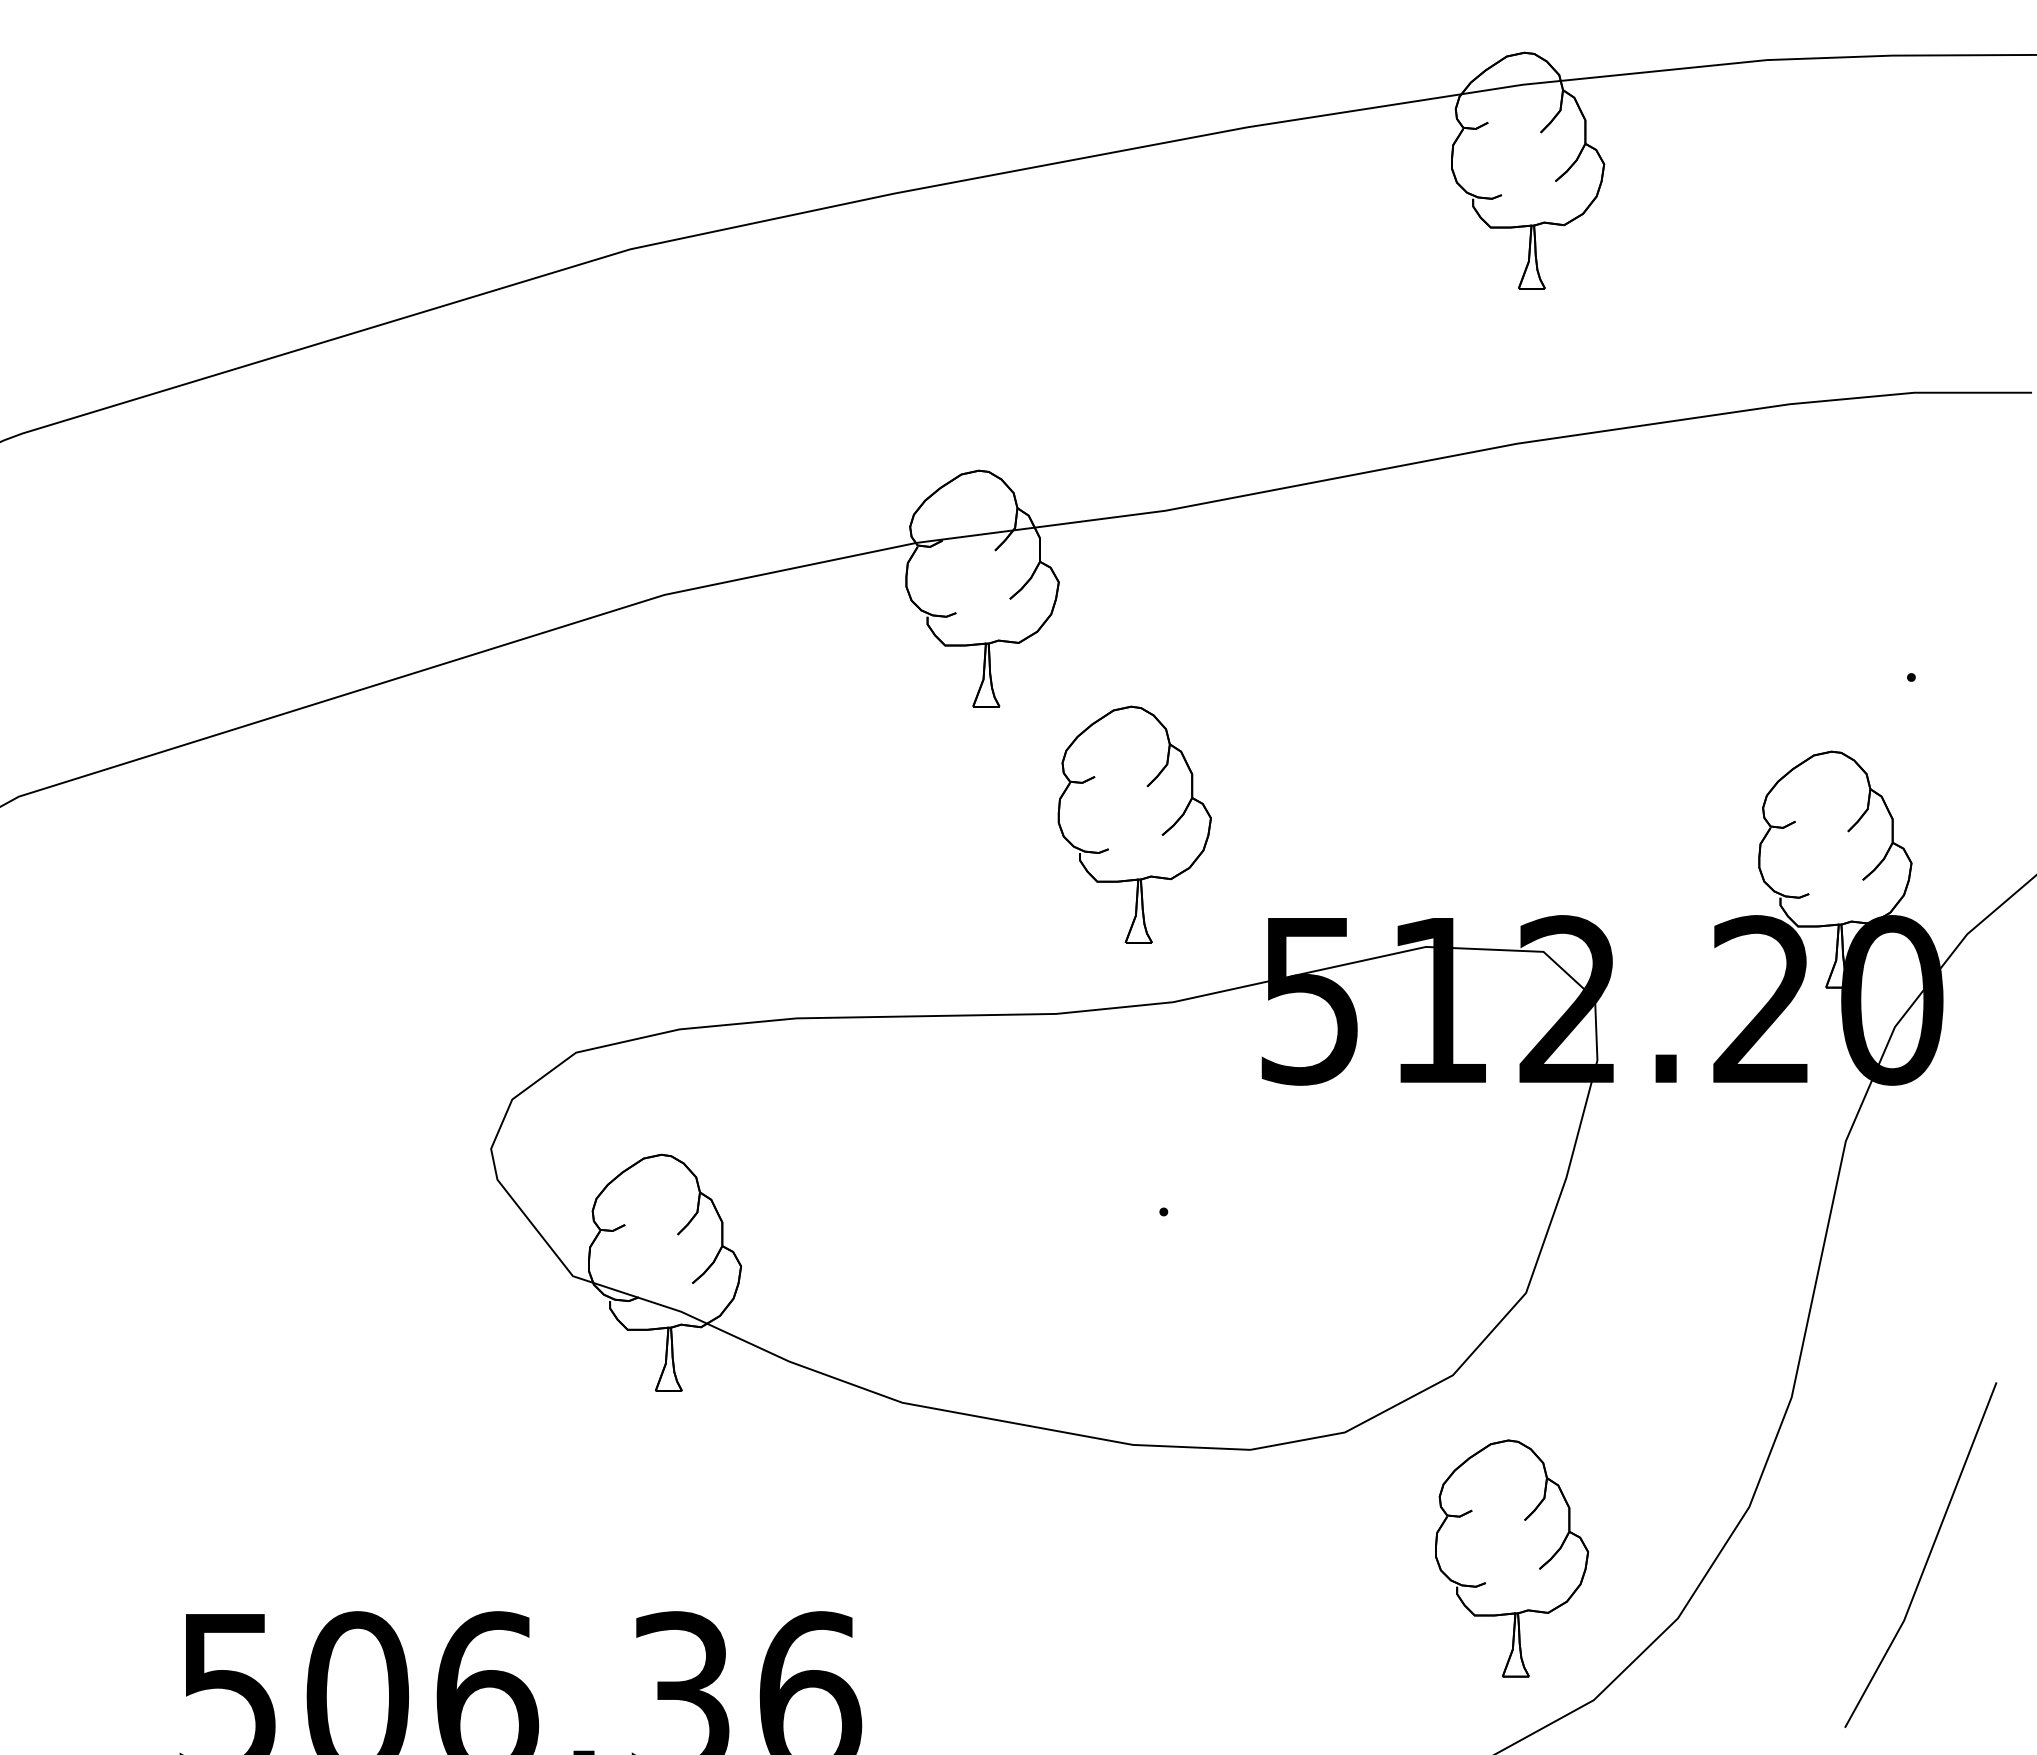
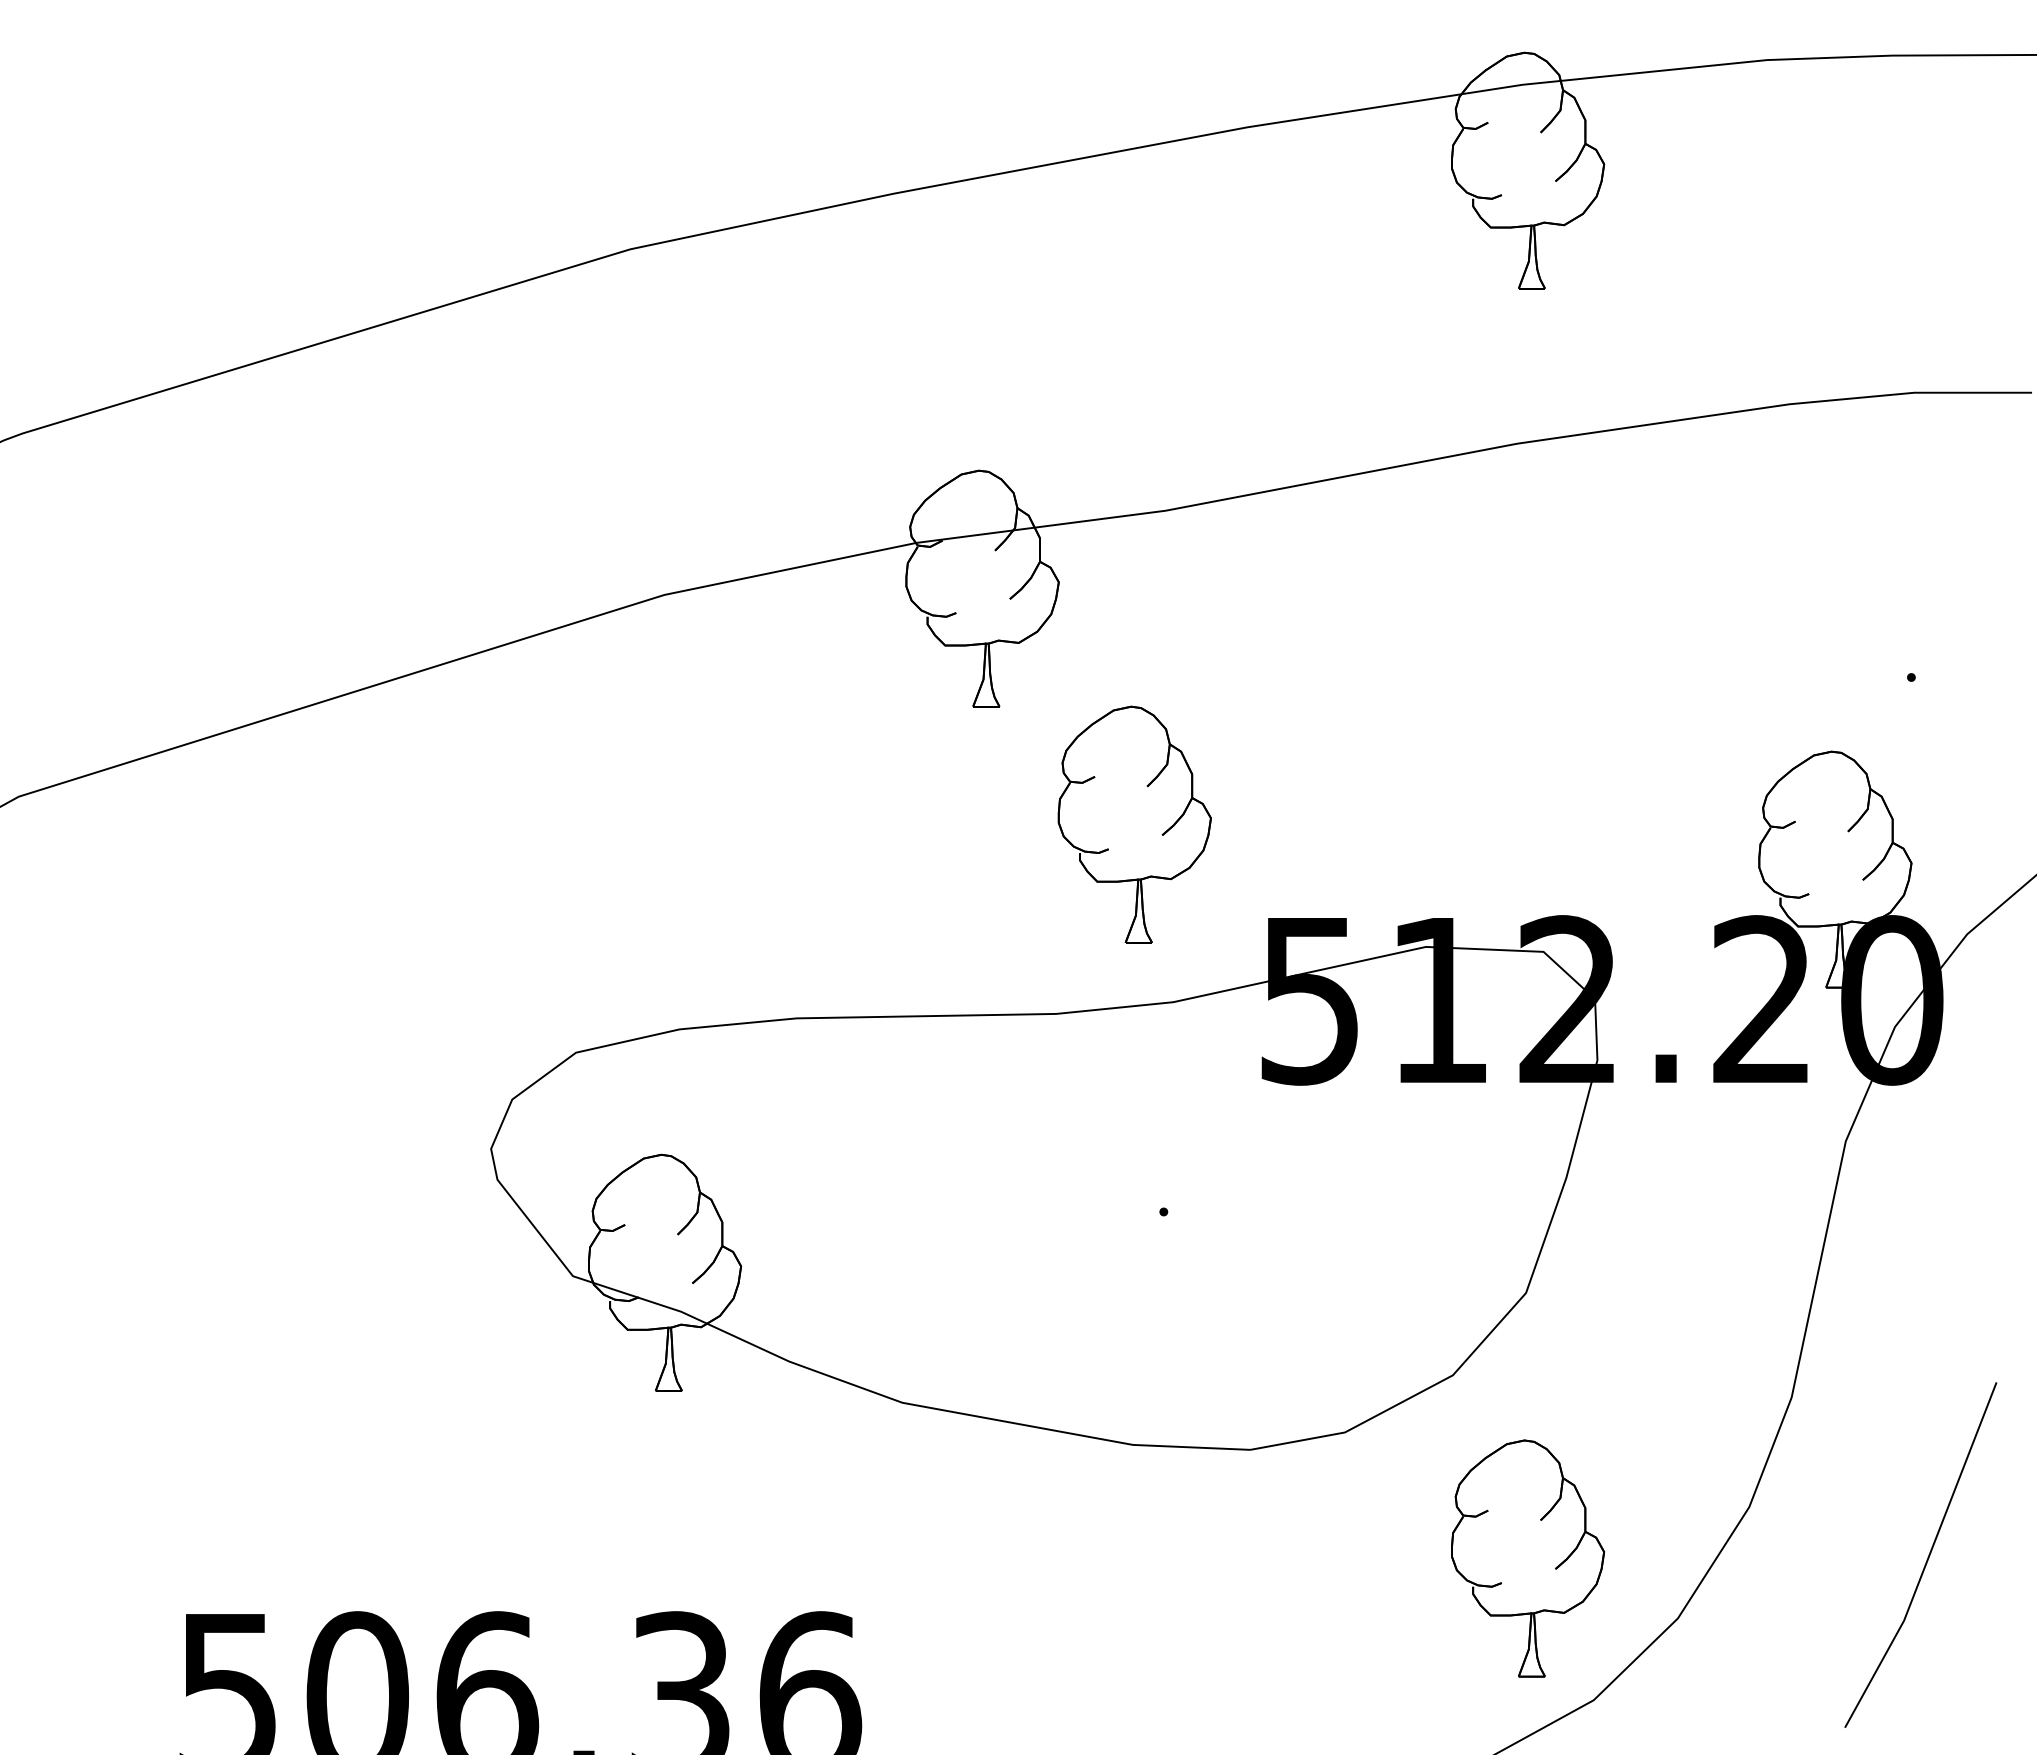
part at (1539, 1567) position: (1539, 1567) -> (1555, 1567)
